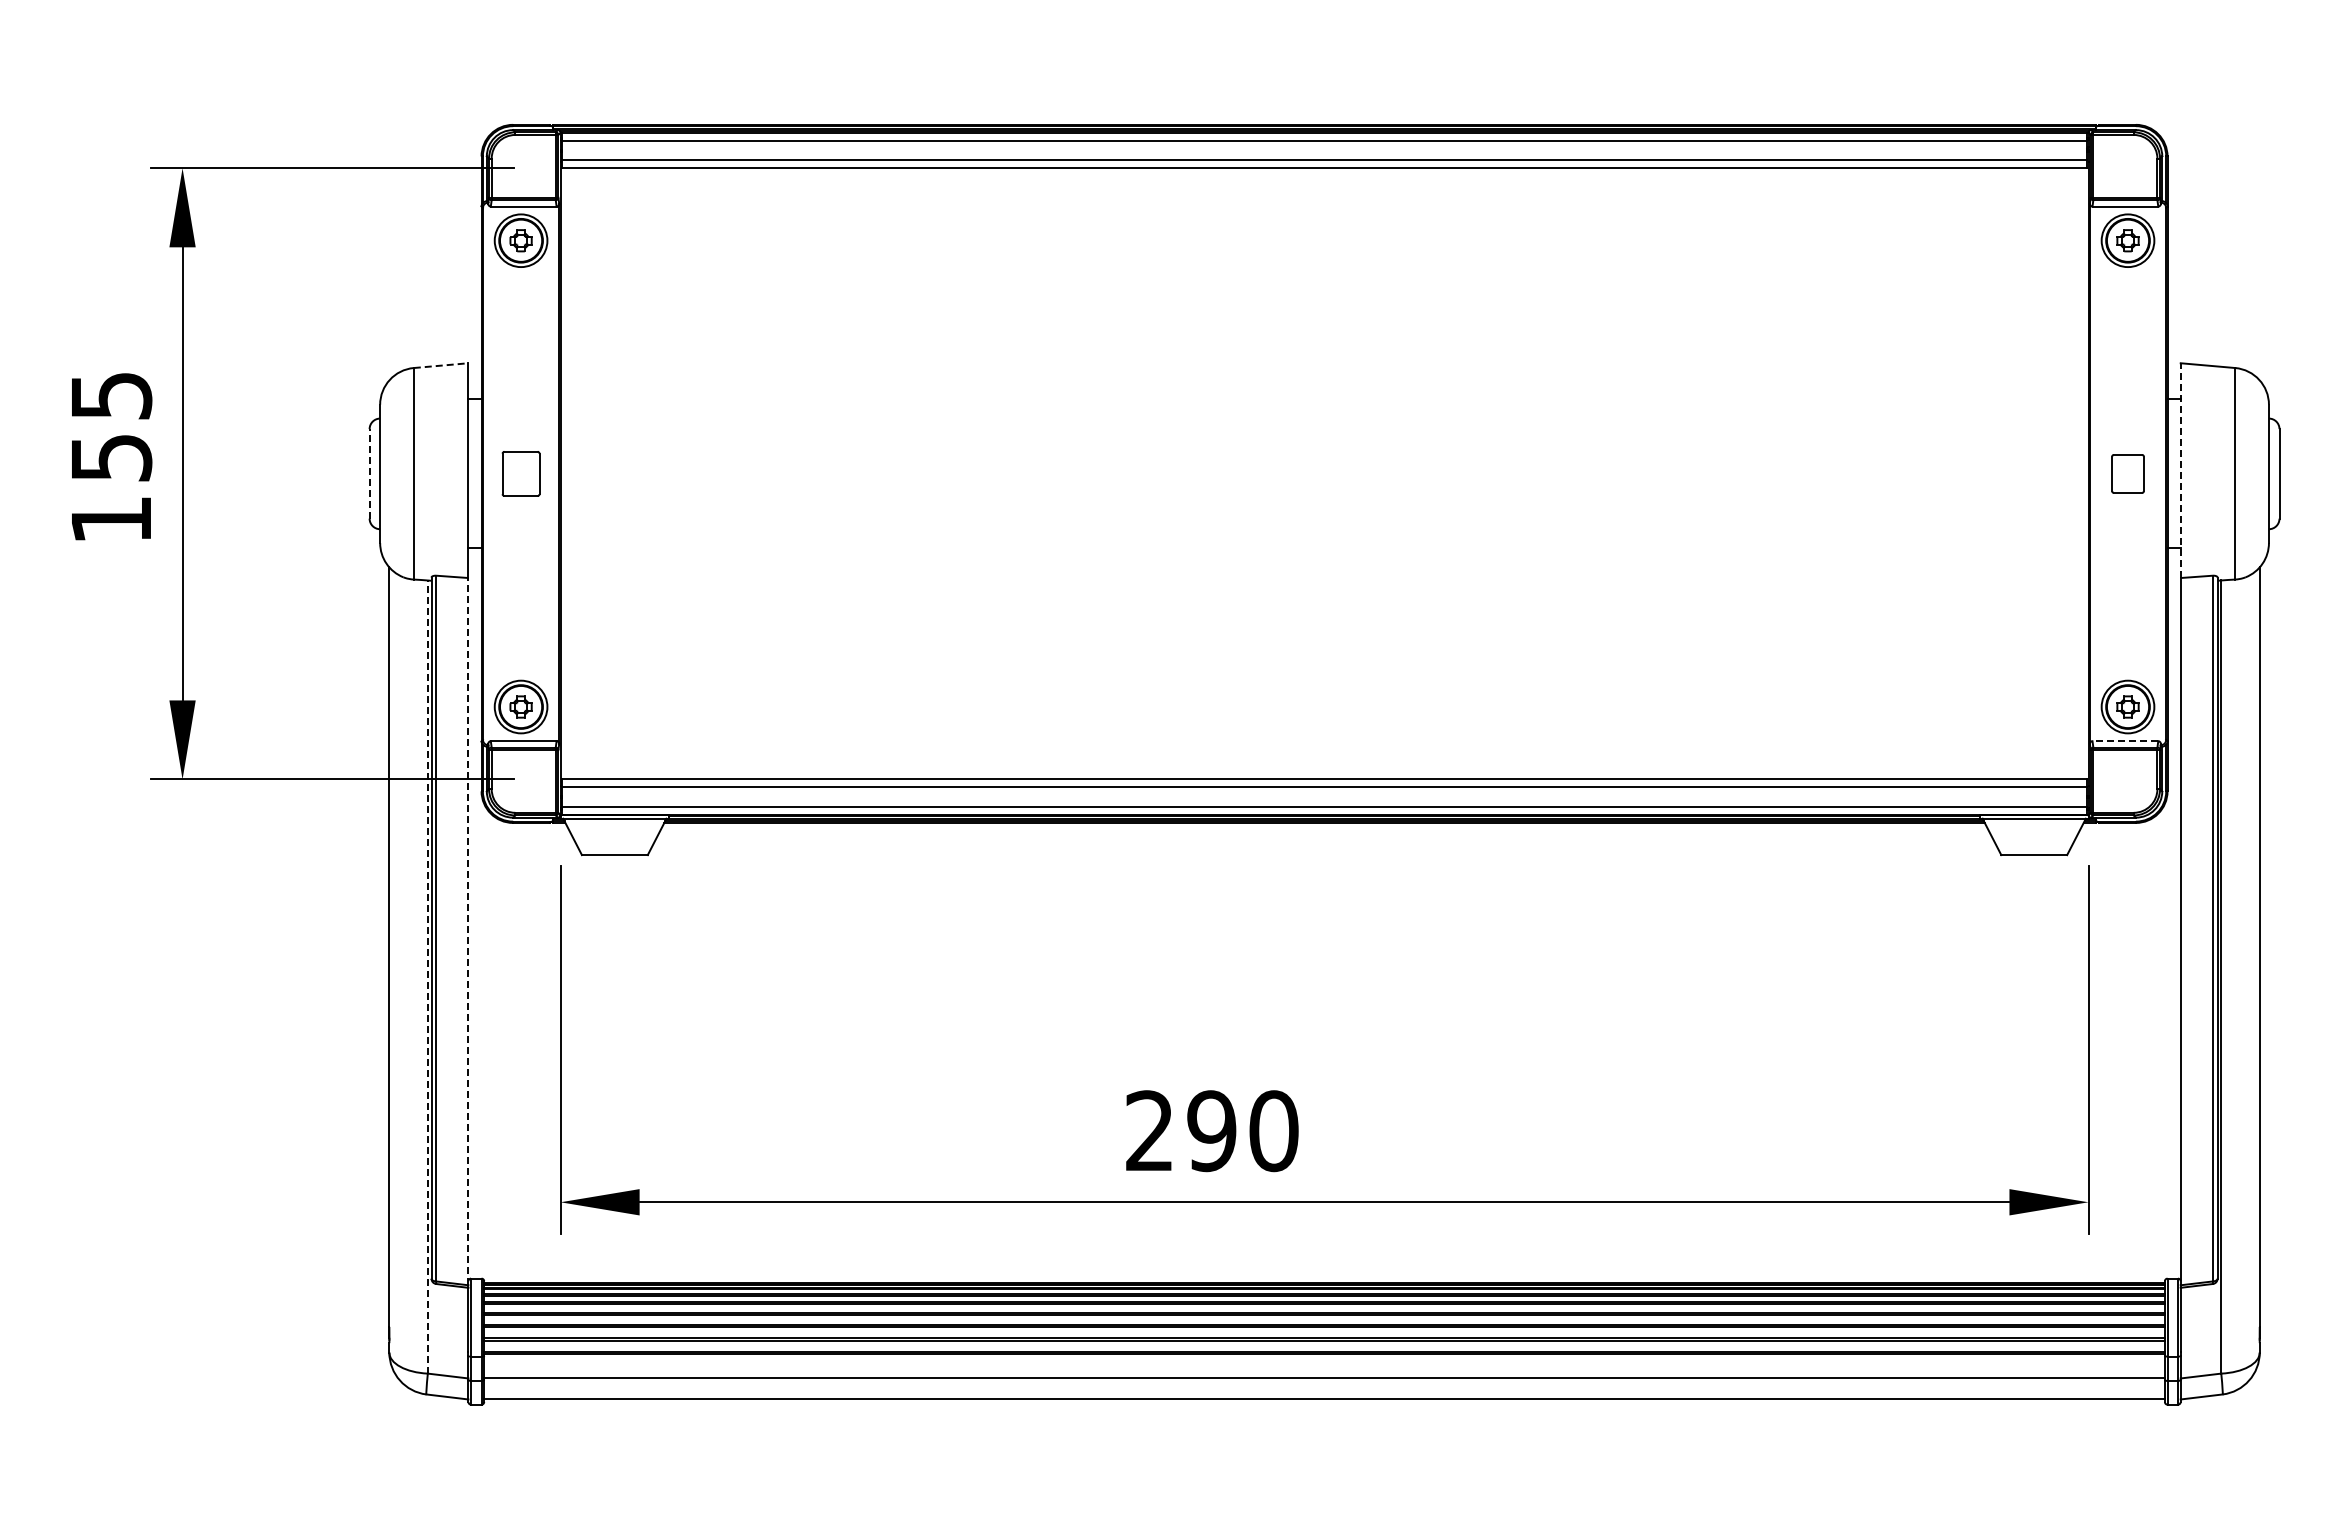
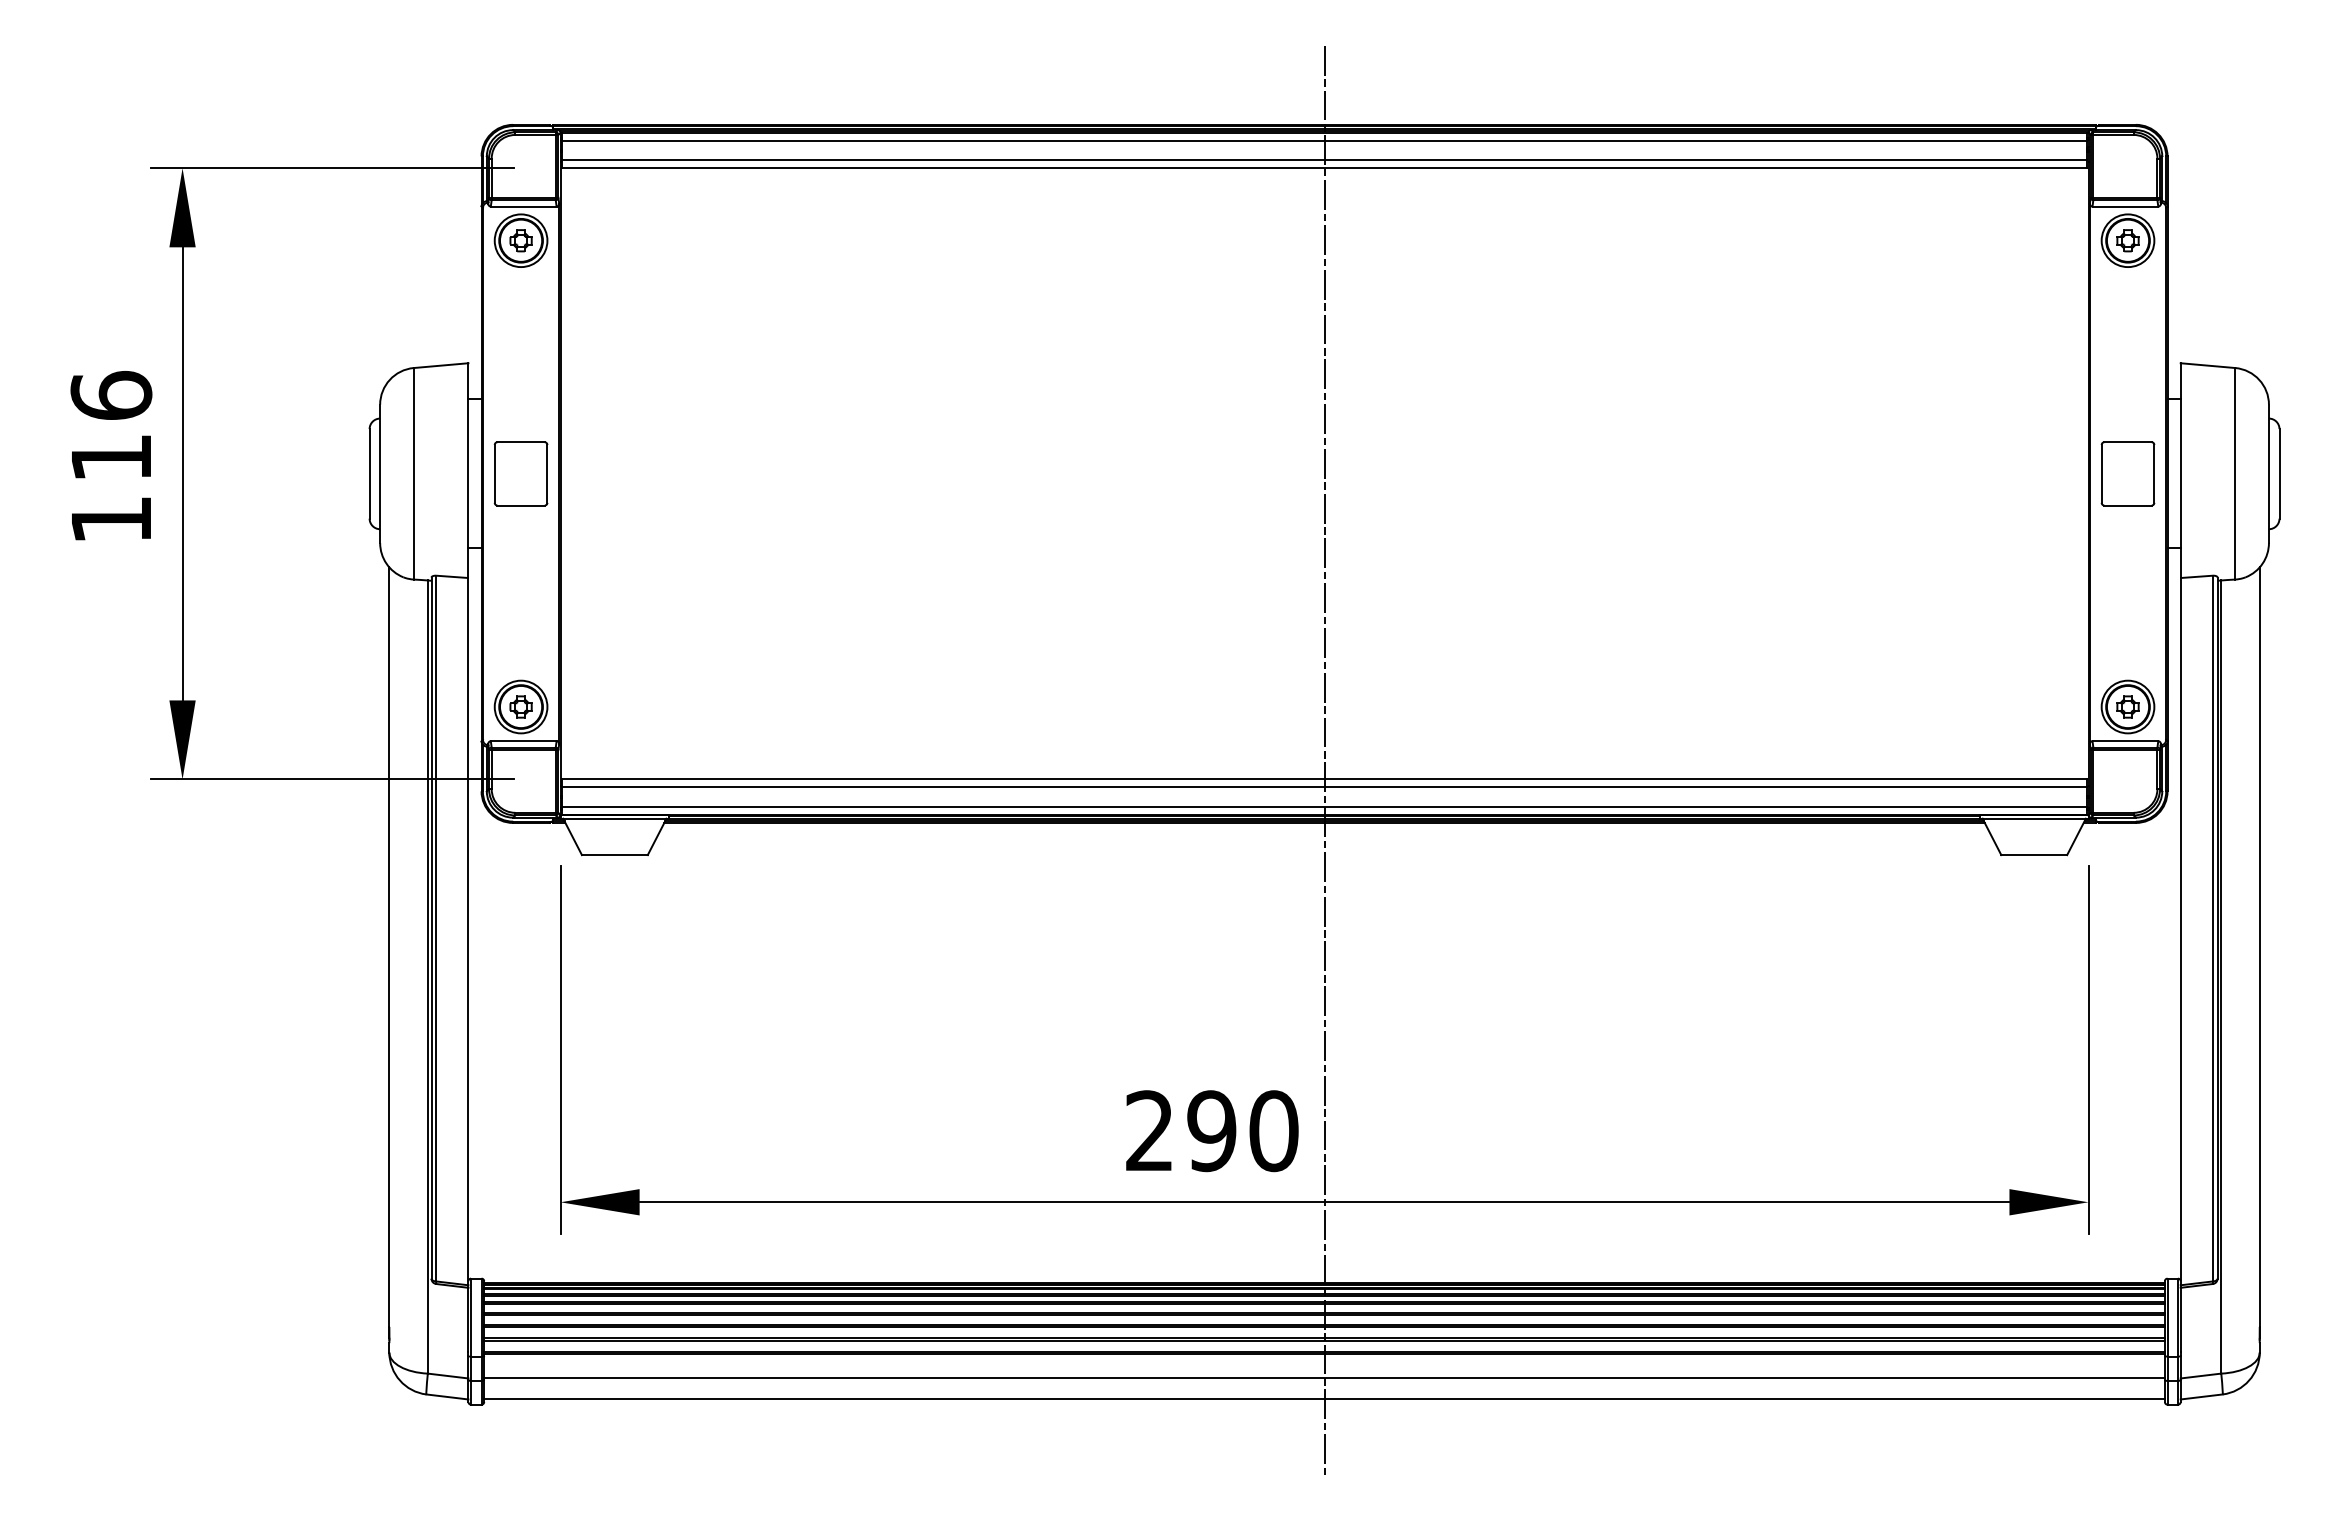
line at (441, 365): dashed -> solid
text at (111, 425): 155 -> 116
line at (2180, 470): dashed -> solid
line at (369, 473): dashed -> solid
part at (520, 473) size: 40x46 px -> 56x66 px
part at (2127, 473) size: 34x40 px -> 56x66 px
line at (2125, 741): dashed -> solid
line at (1324, 761): none -> present
line at (468, 931): dashed -> solid
line at (427, 977): dashed -> solid
